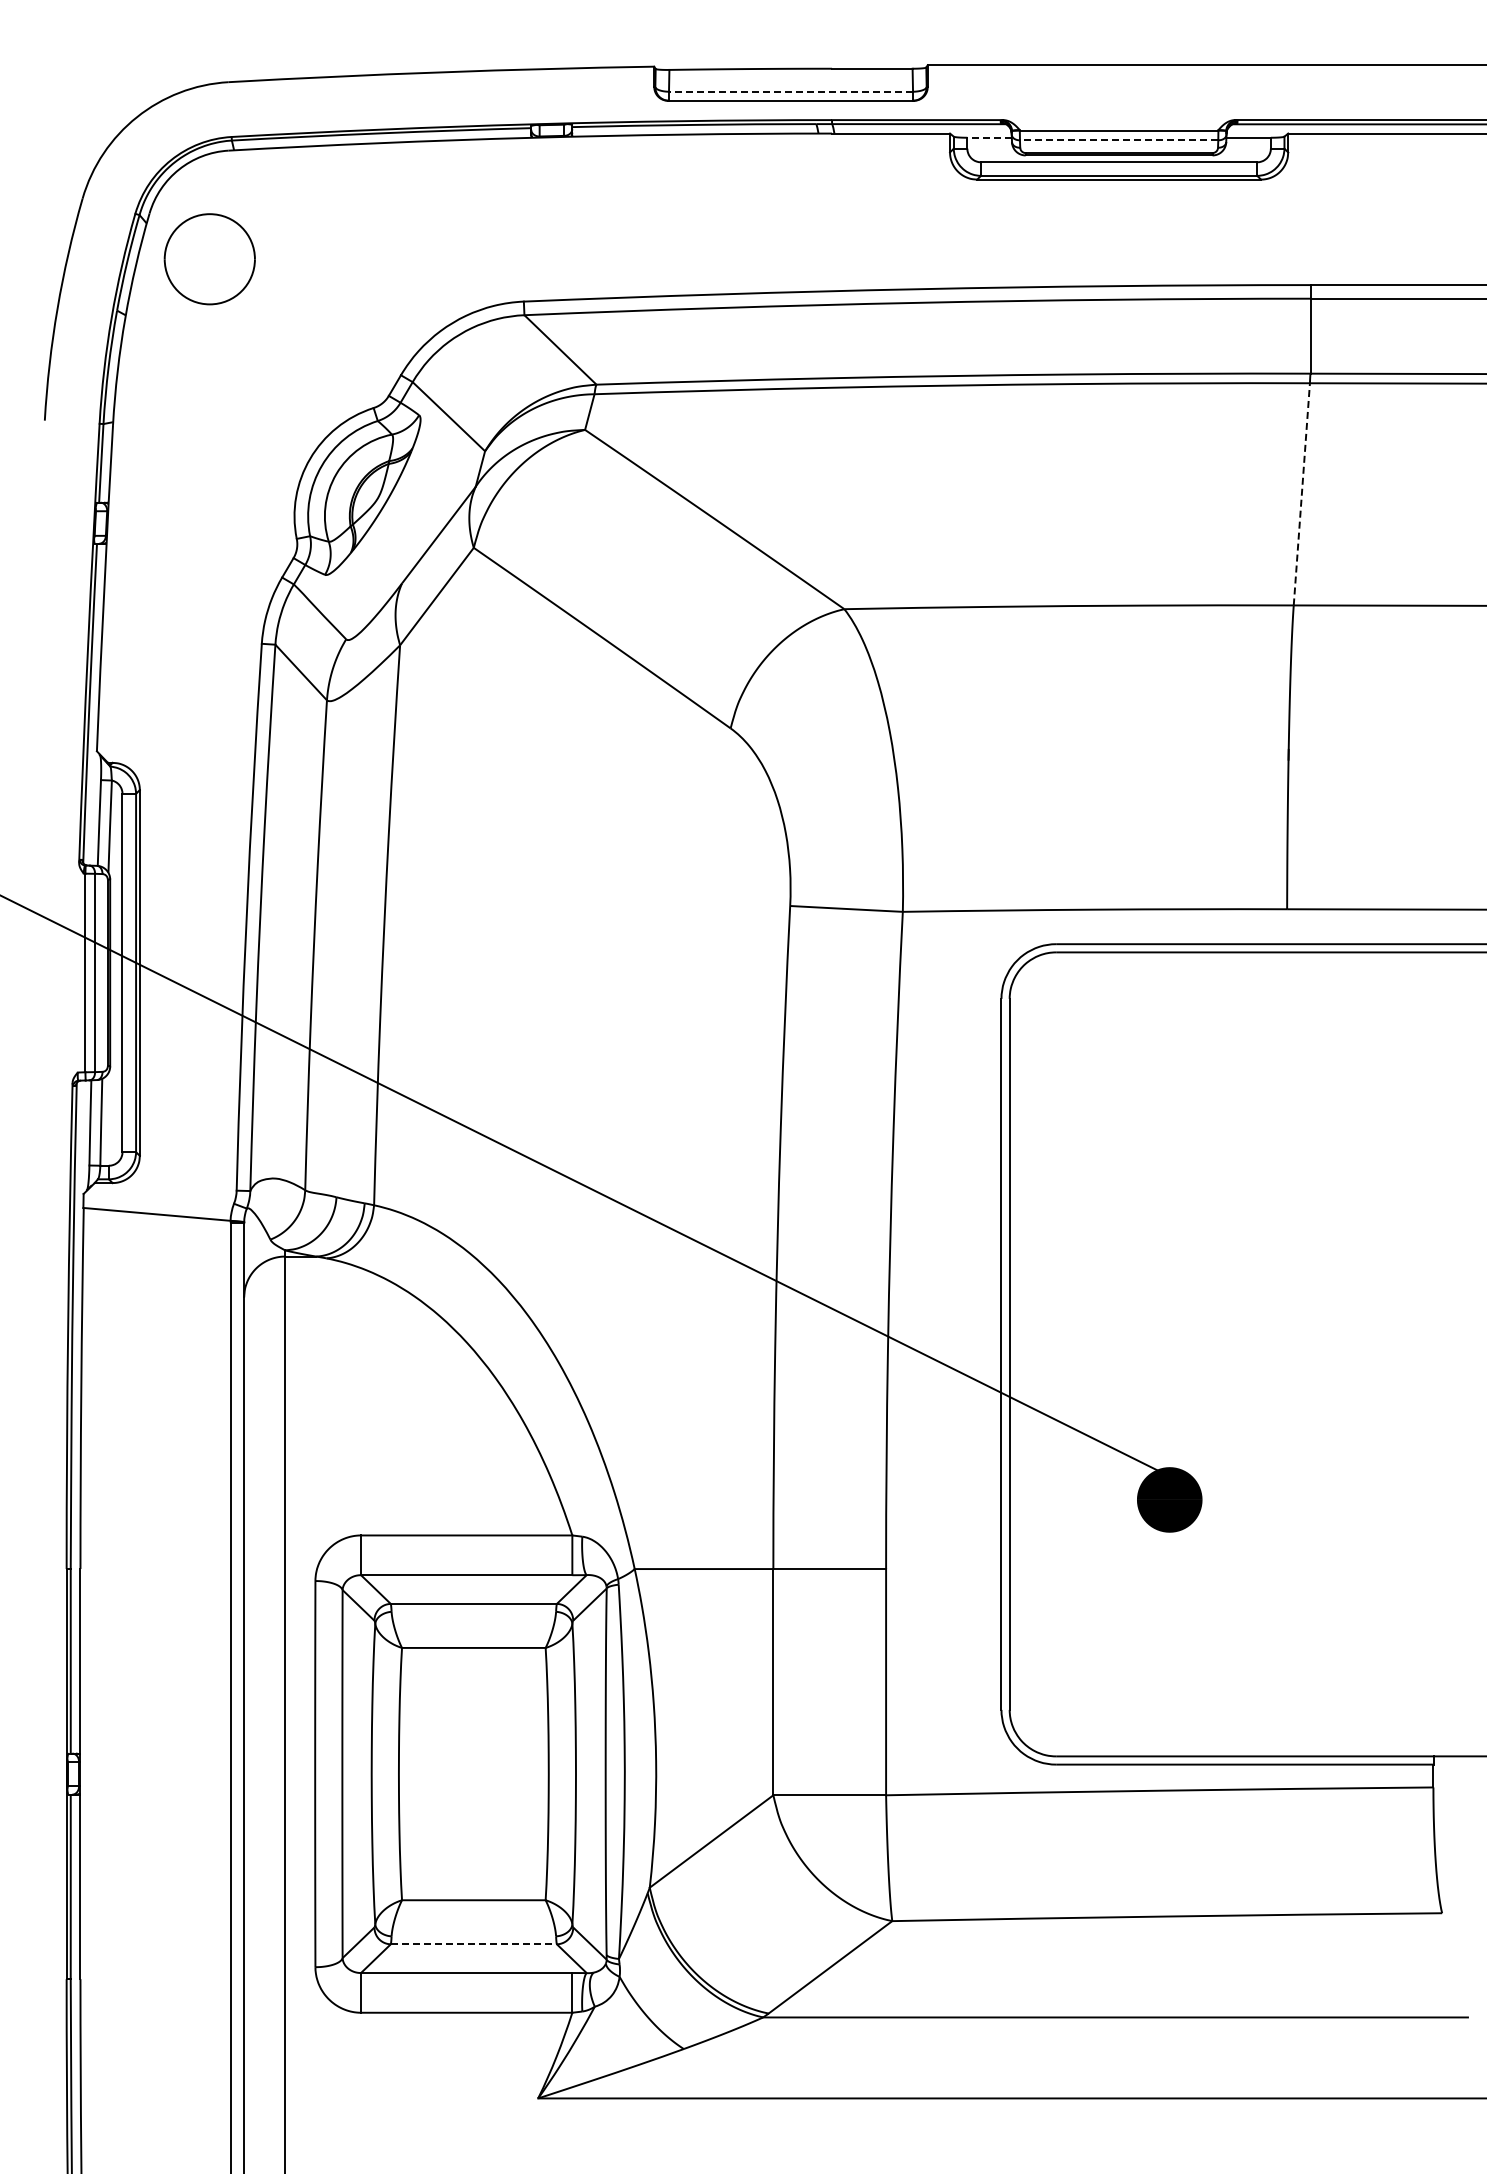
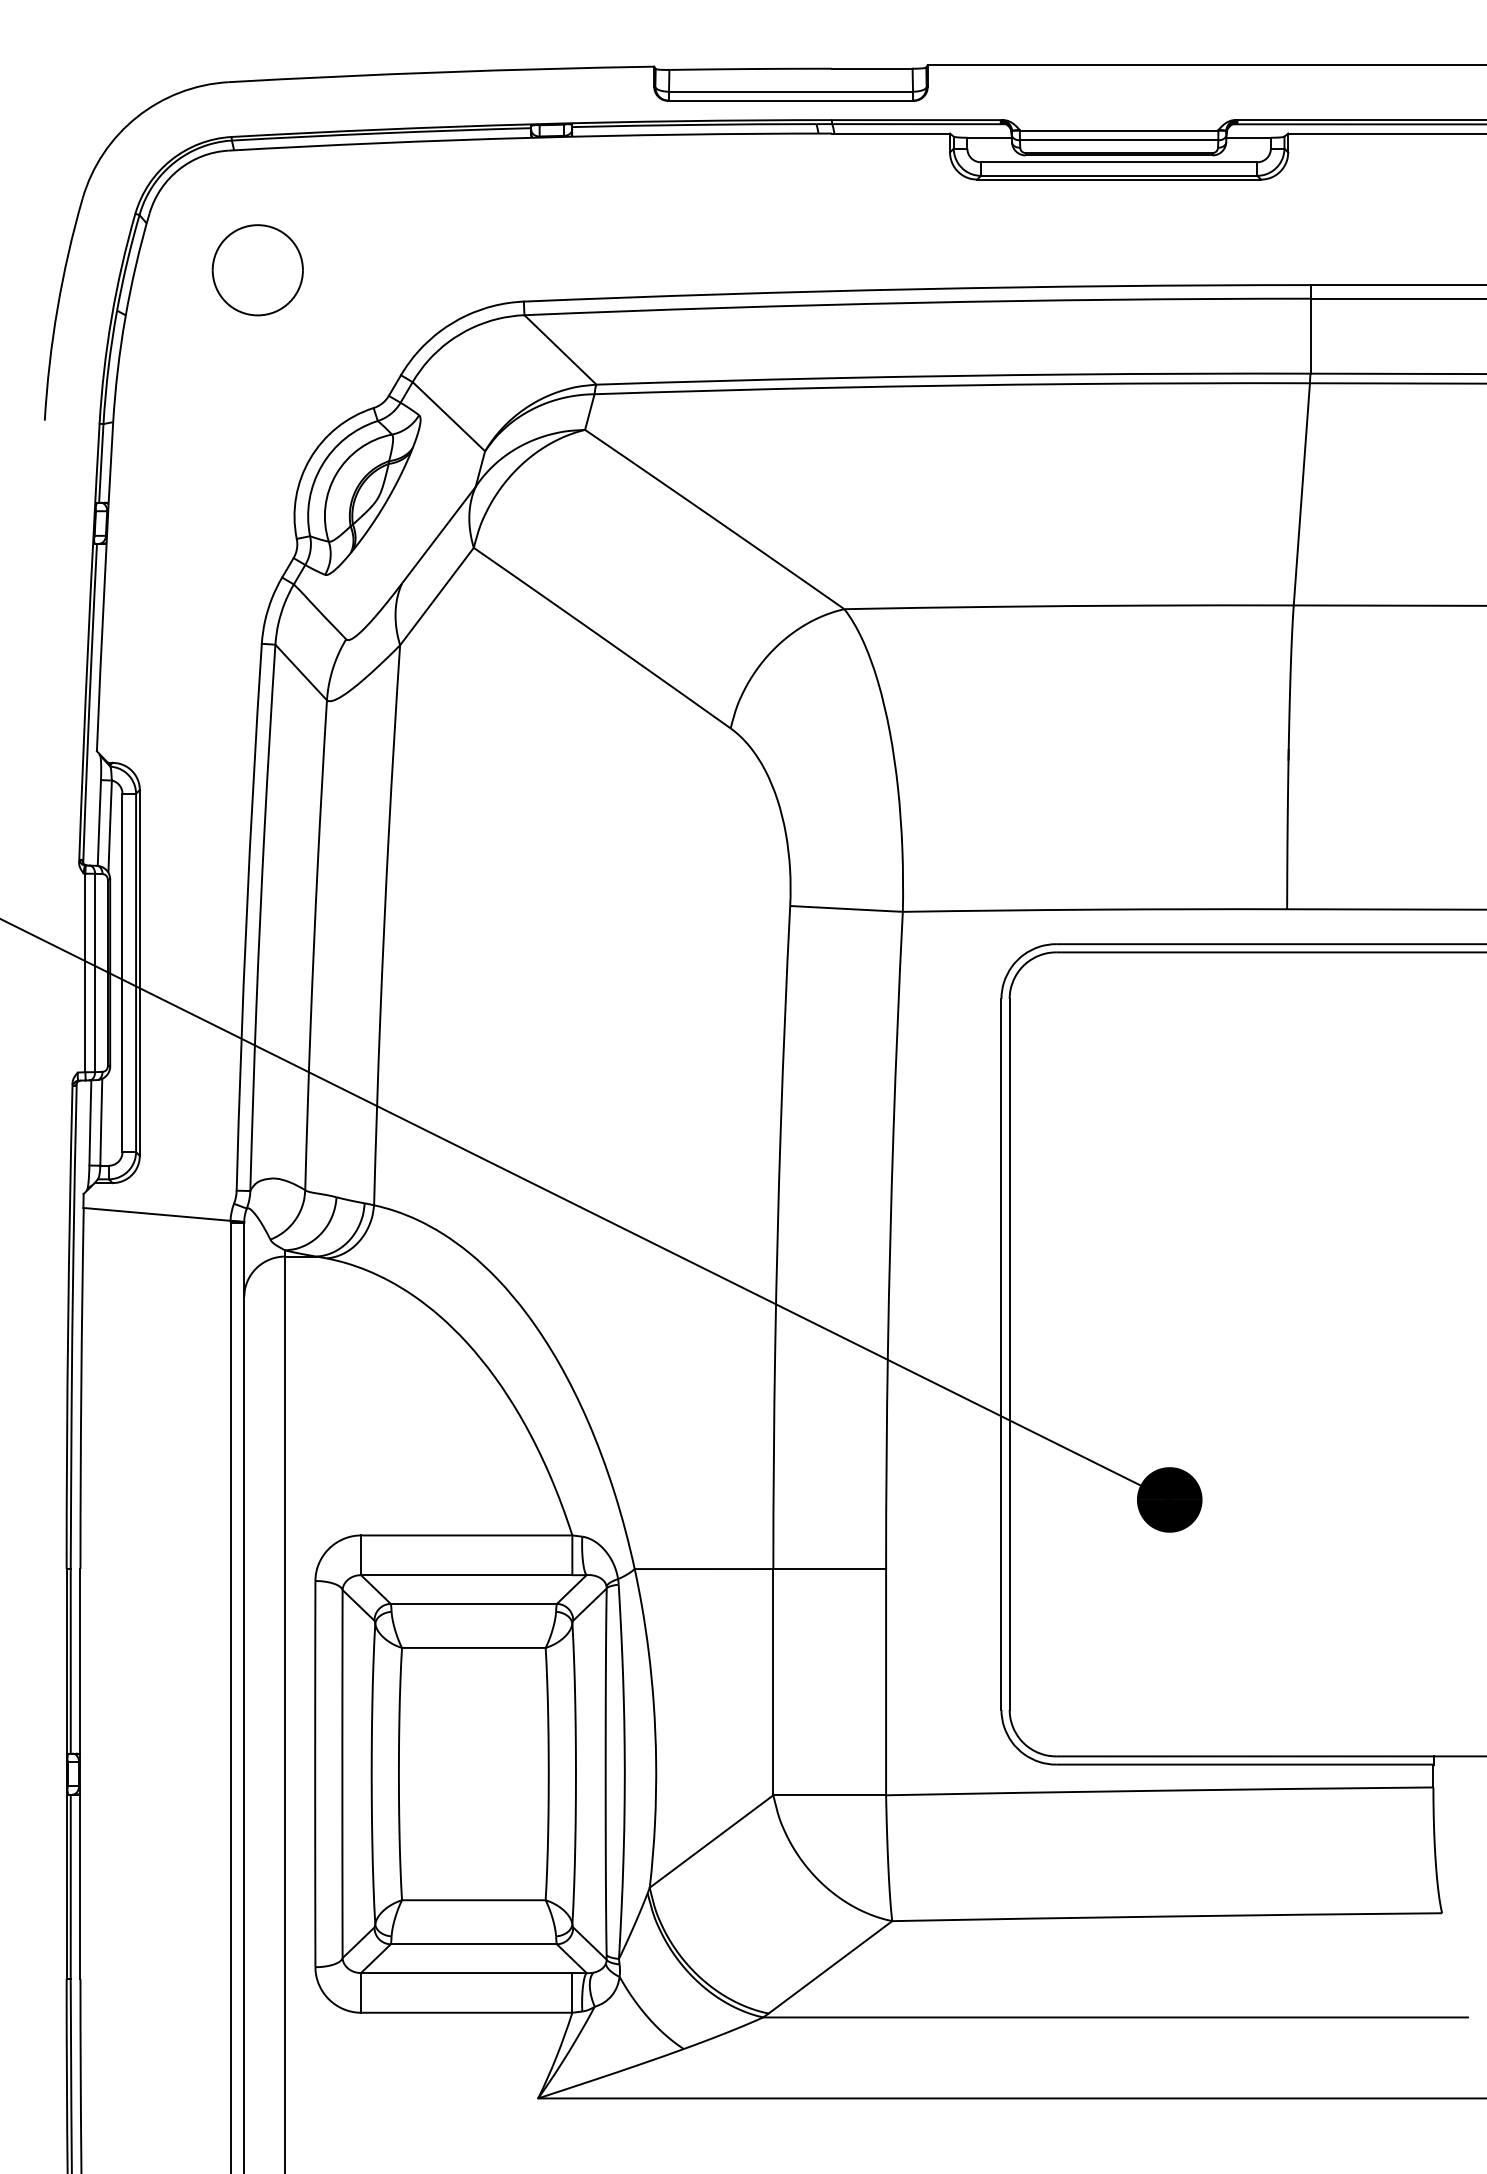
line at (790, 91): dashed -> solid
line at (989, 137): dashed -> solid
line at (1118, 140): dashed -> solid
part at (209, 259) position: (209, 259) -> (257, 270)
line at (1301, 493): dashed -> solid
line at (590, 1188) position: (590, 1188) -> (585, 1209)
line at (474, 1944): dashed -> solid
